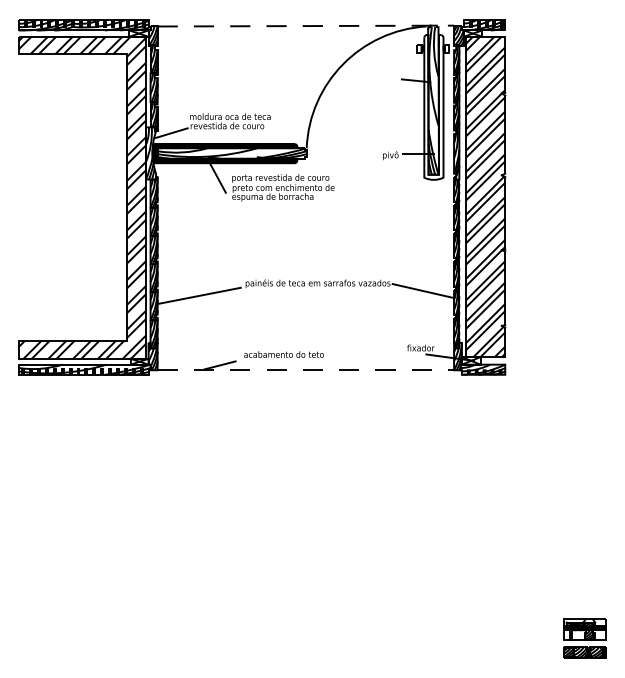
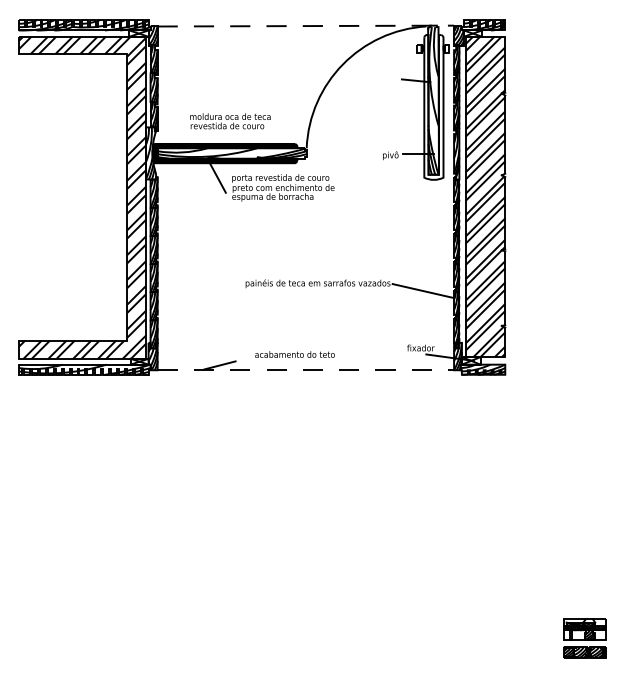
line at (171, 132): present -> none
line at (198, 295): present -> none
text at (283, 354) position: (283, 354) -> (294, 354)
